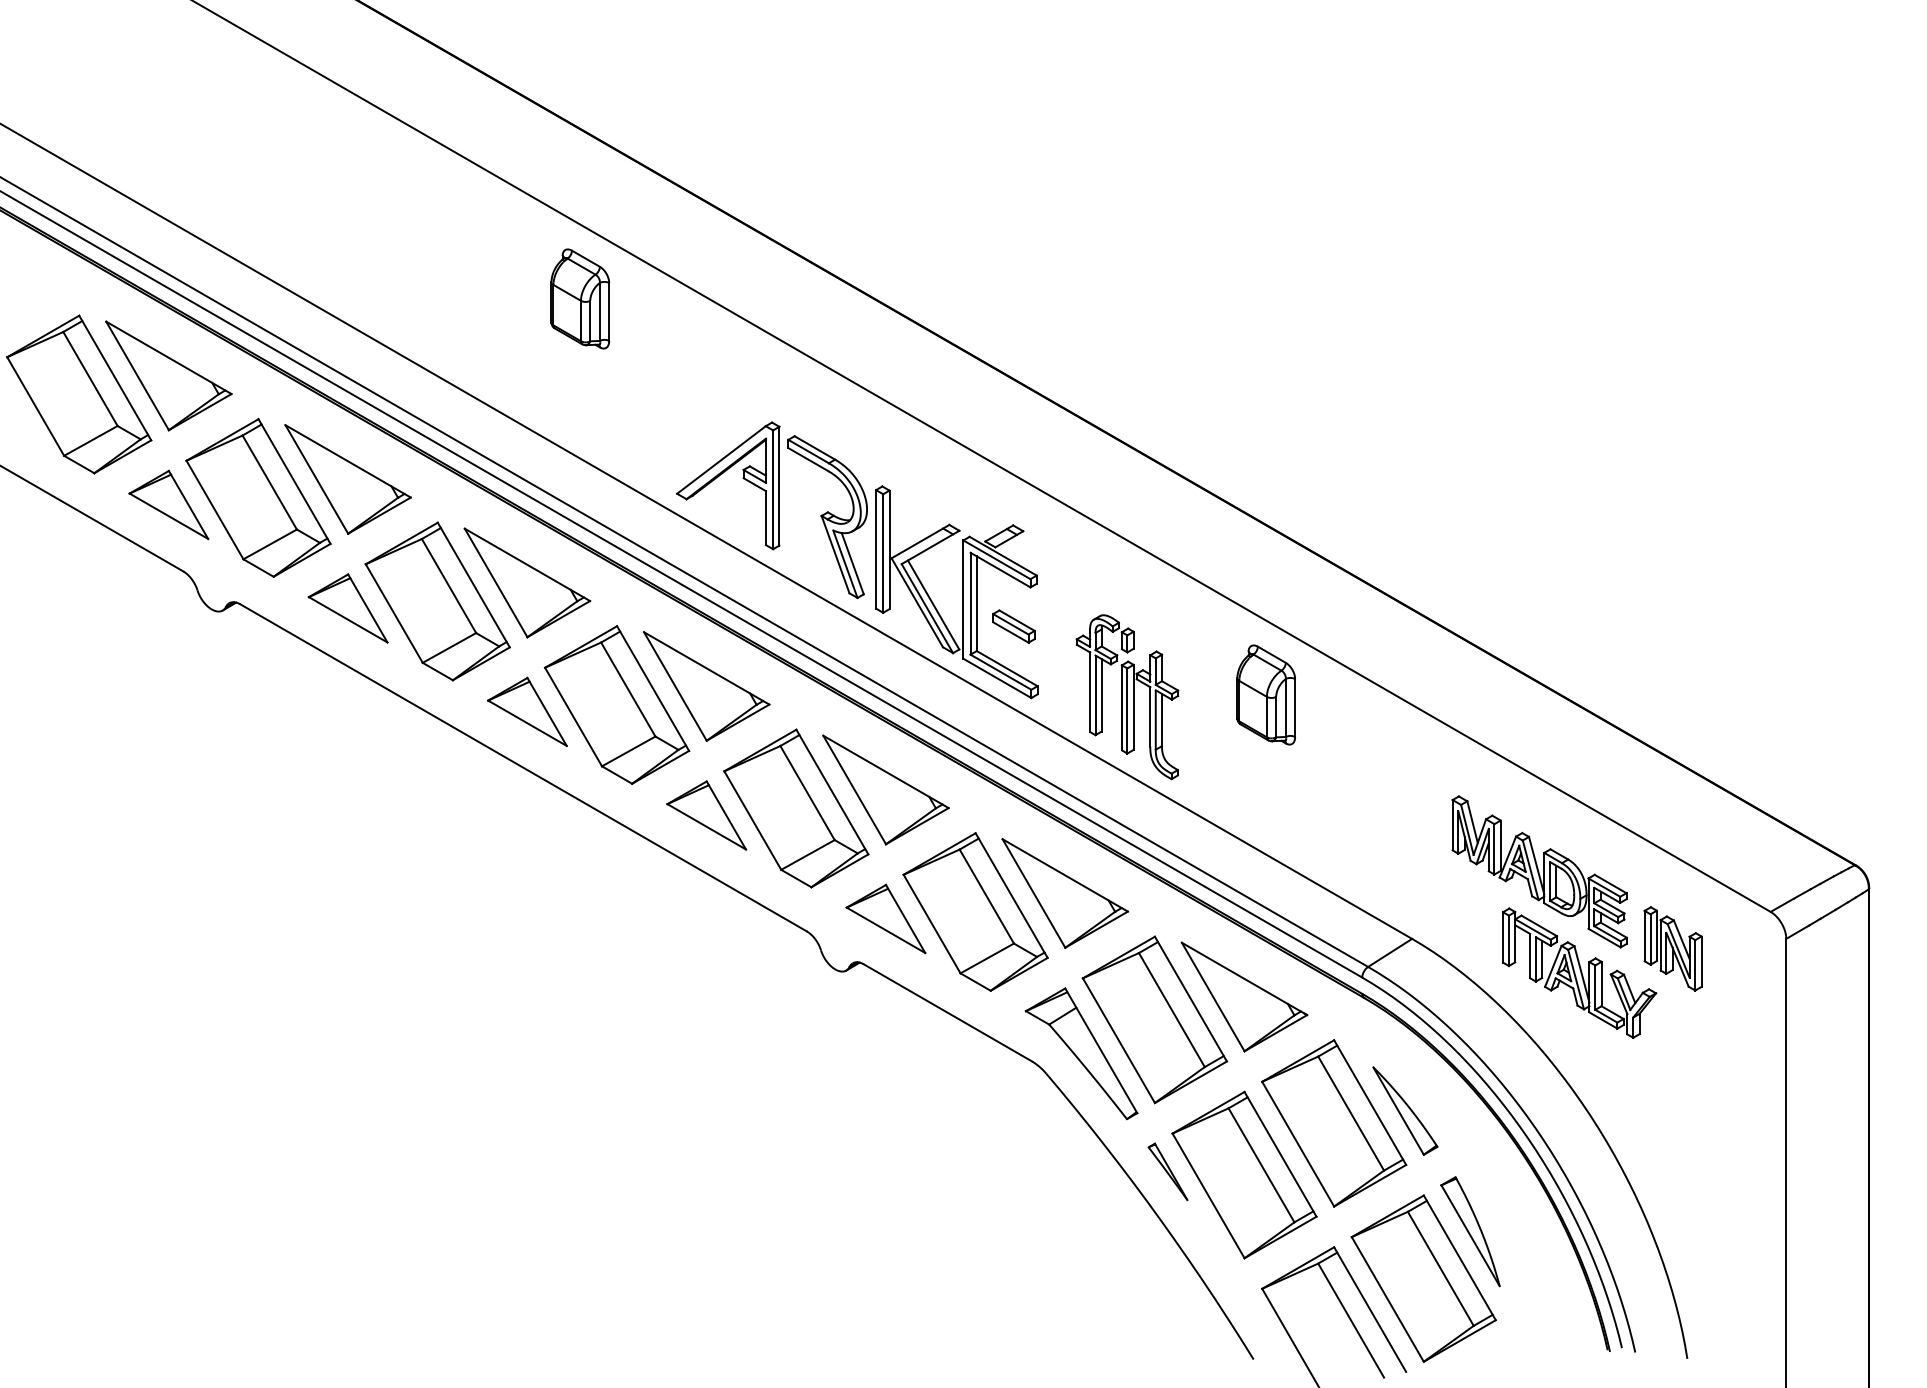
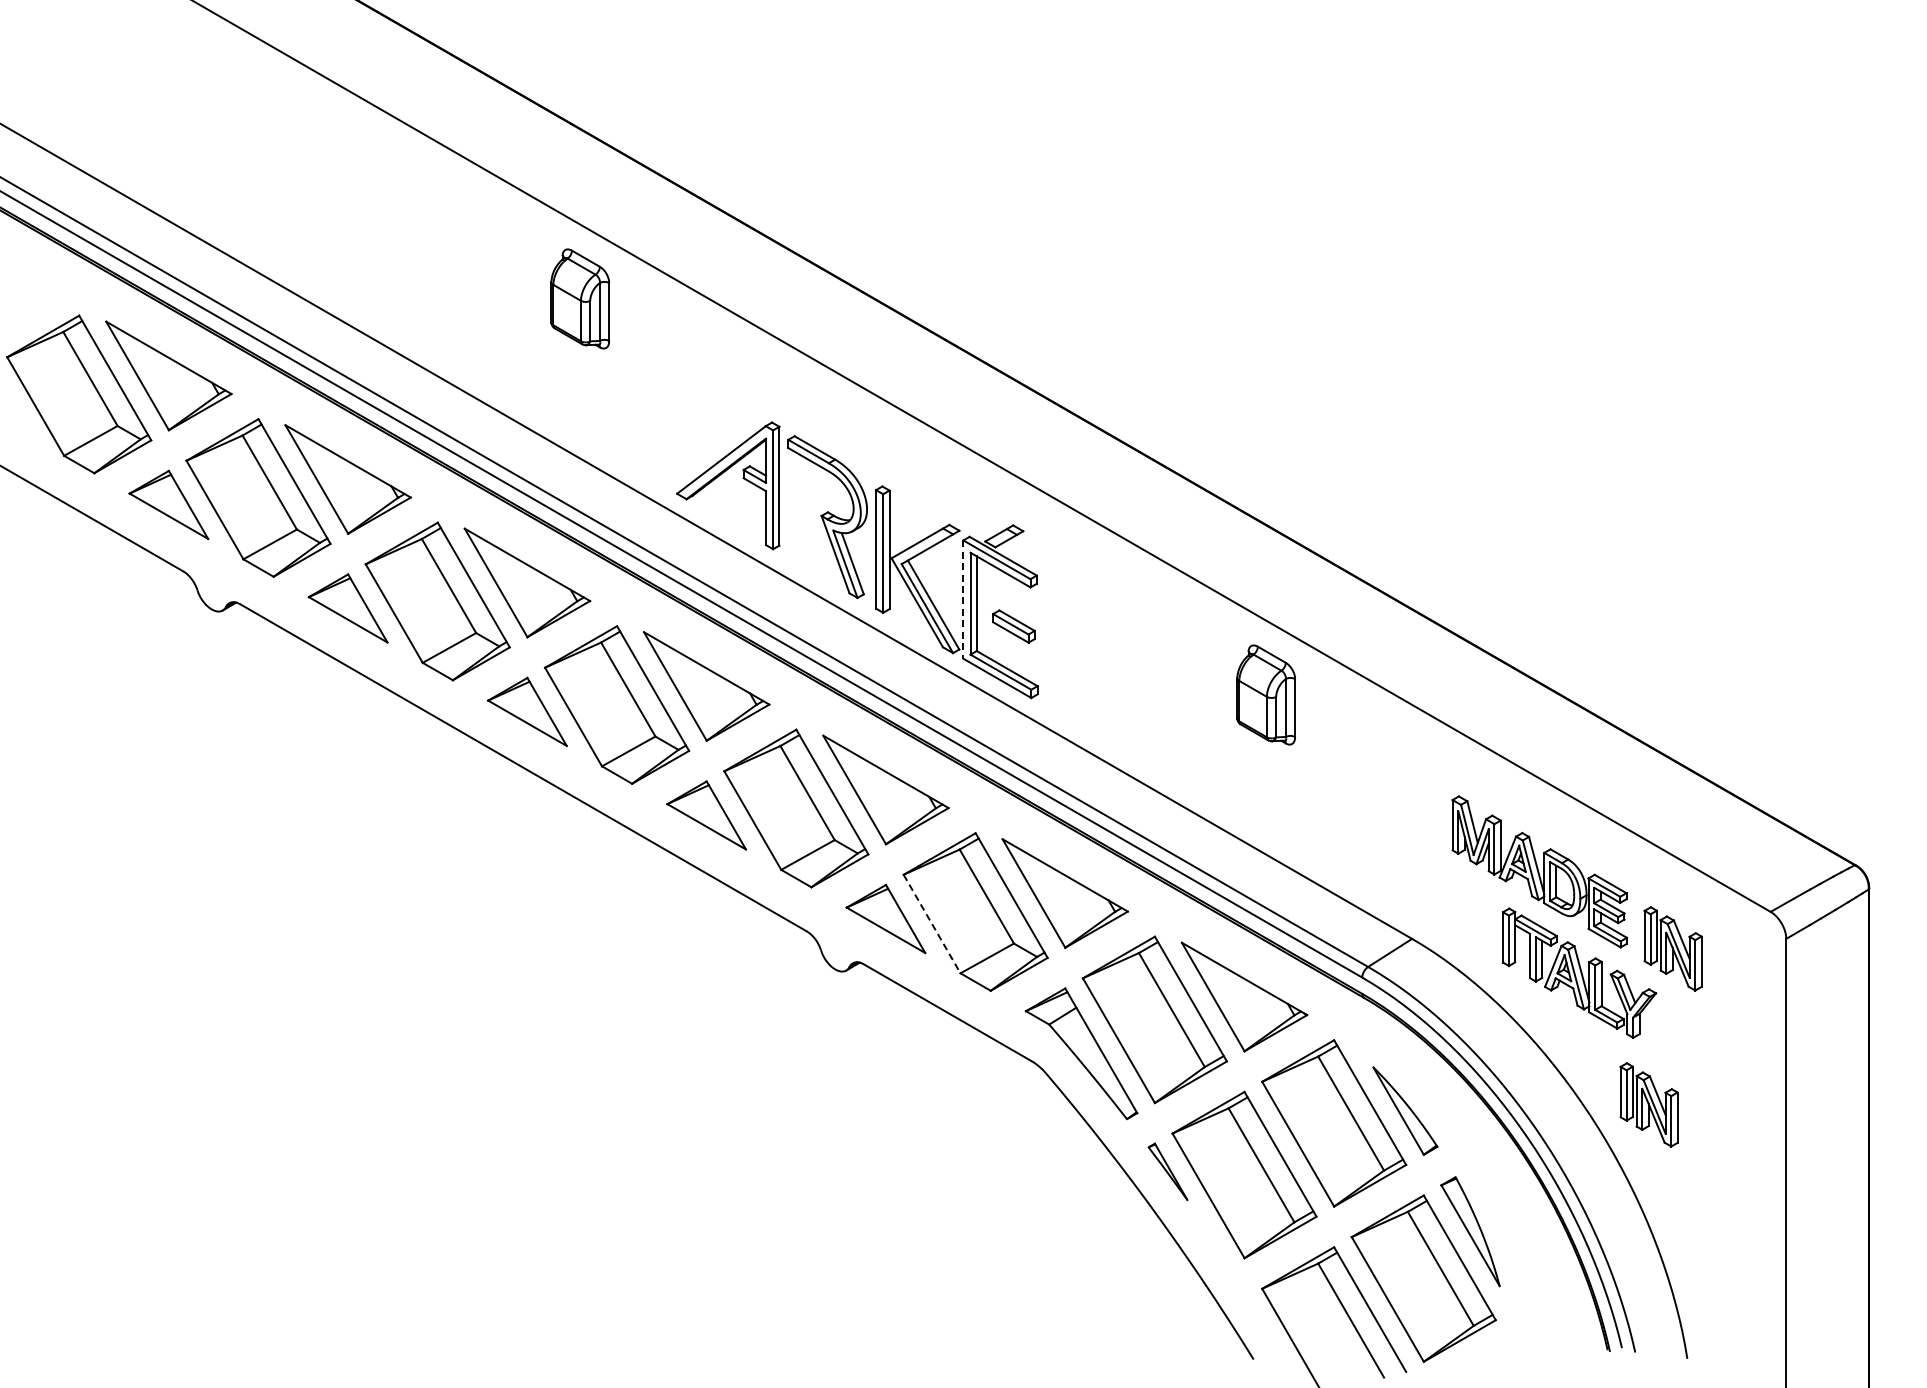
line at (963, 600): solid -> dashed
part at (1127, 697): present -> none
line at (932, 924): solid -> dashed
part at (1648, 1104): none -> present
